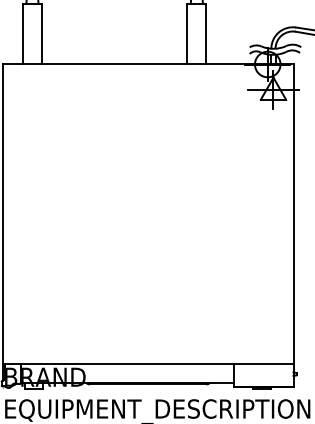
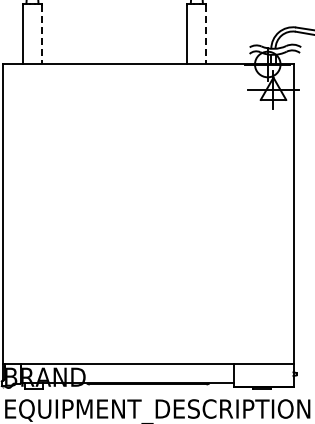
line at (42, 34): solid -> dashed
line at (206, 34): solid -> dashed
